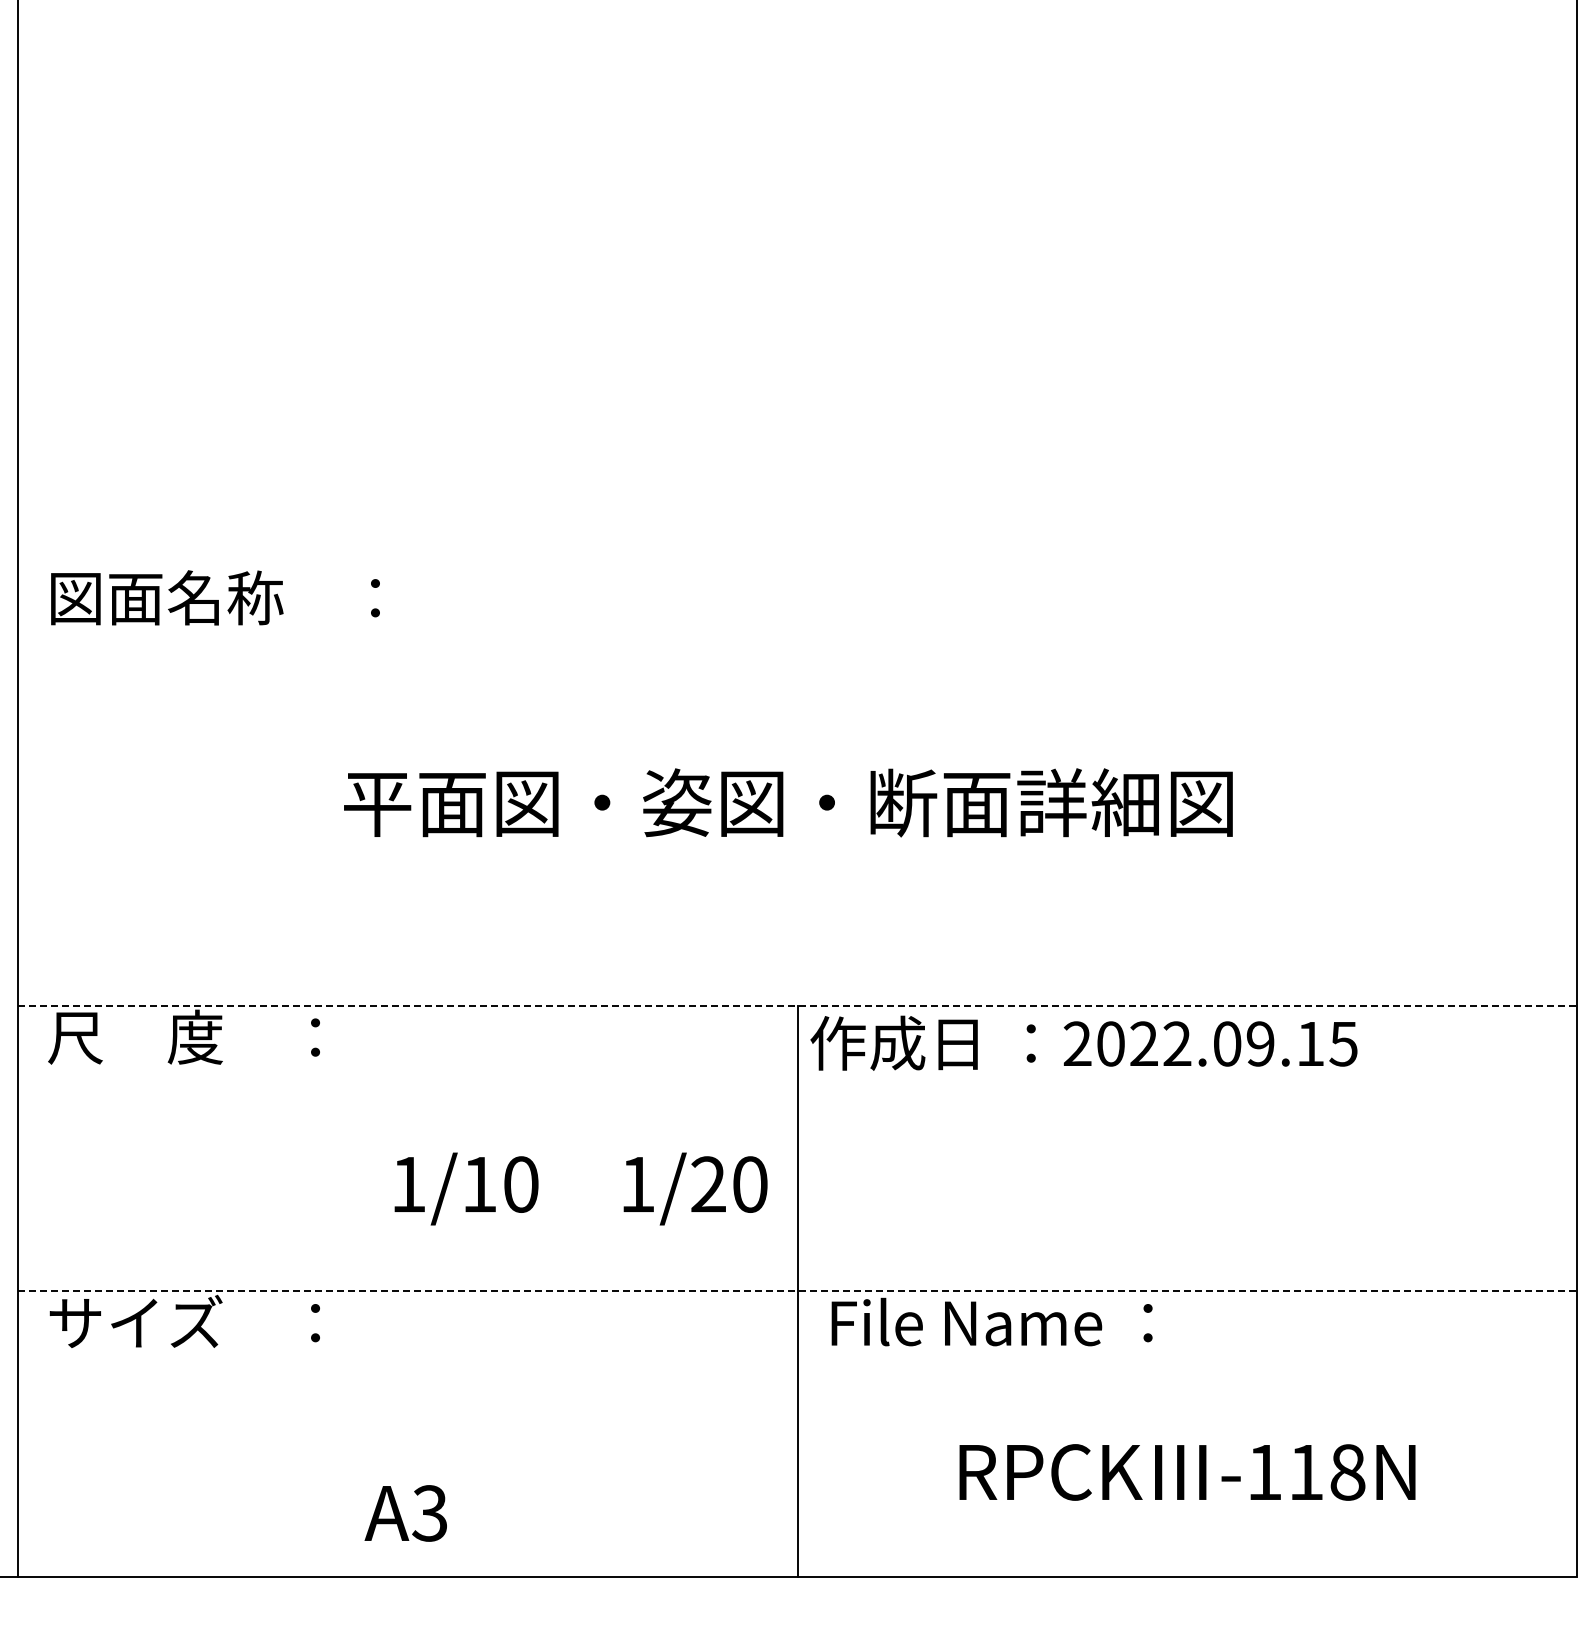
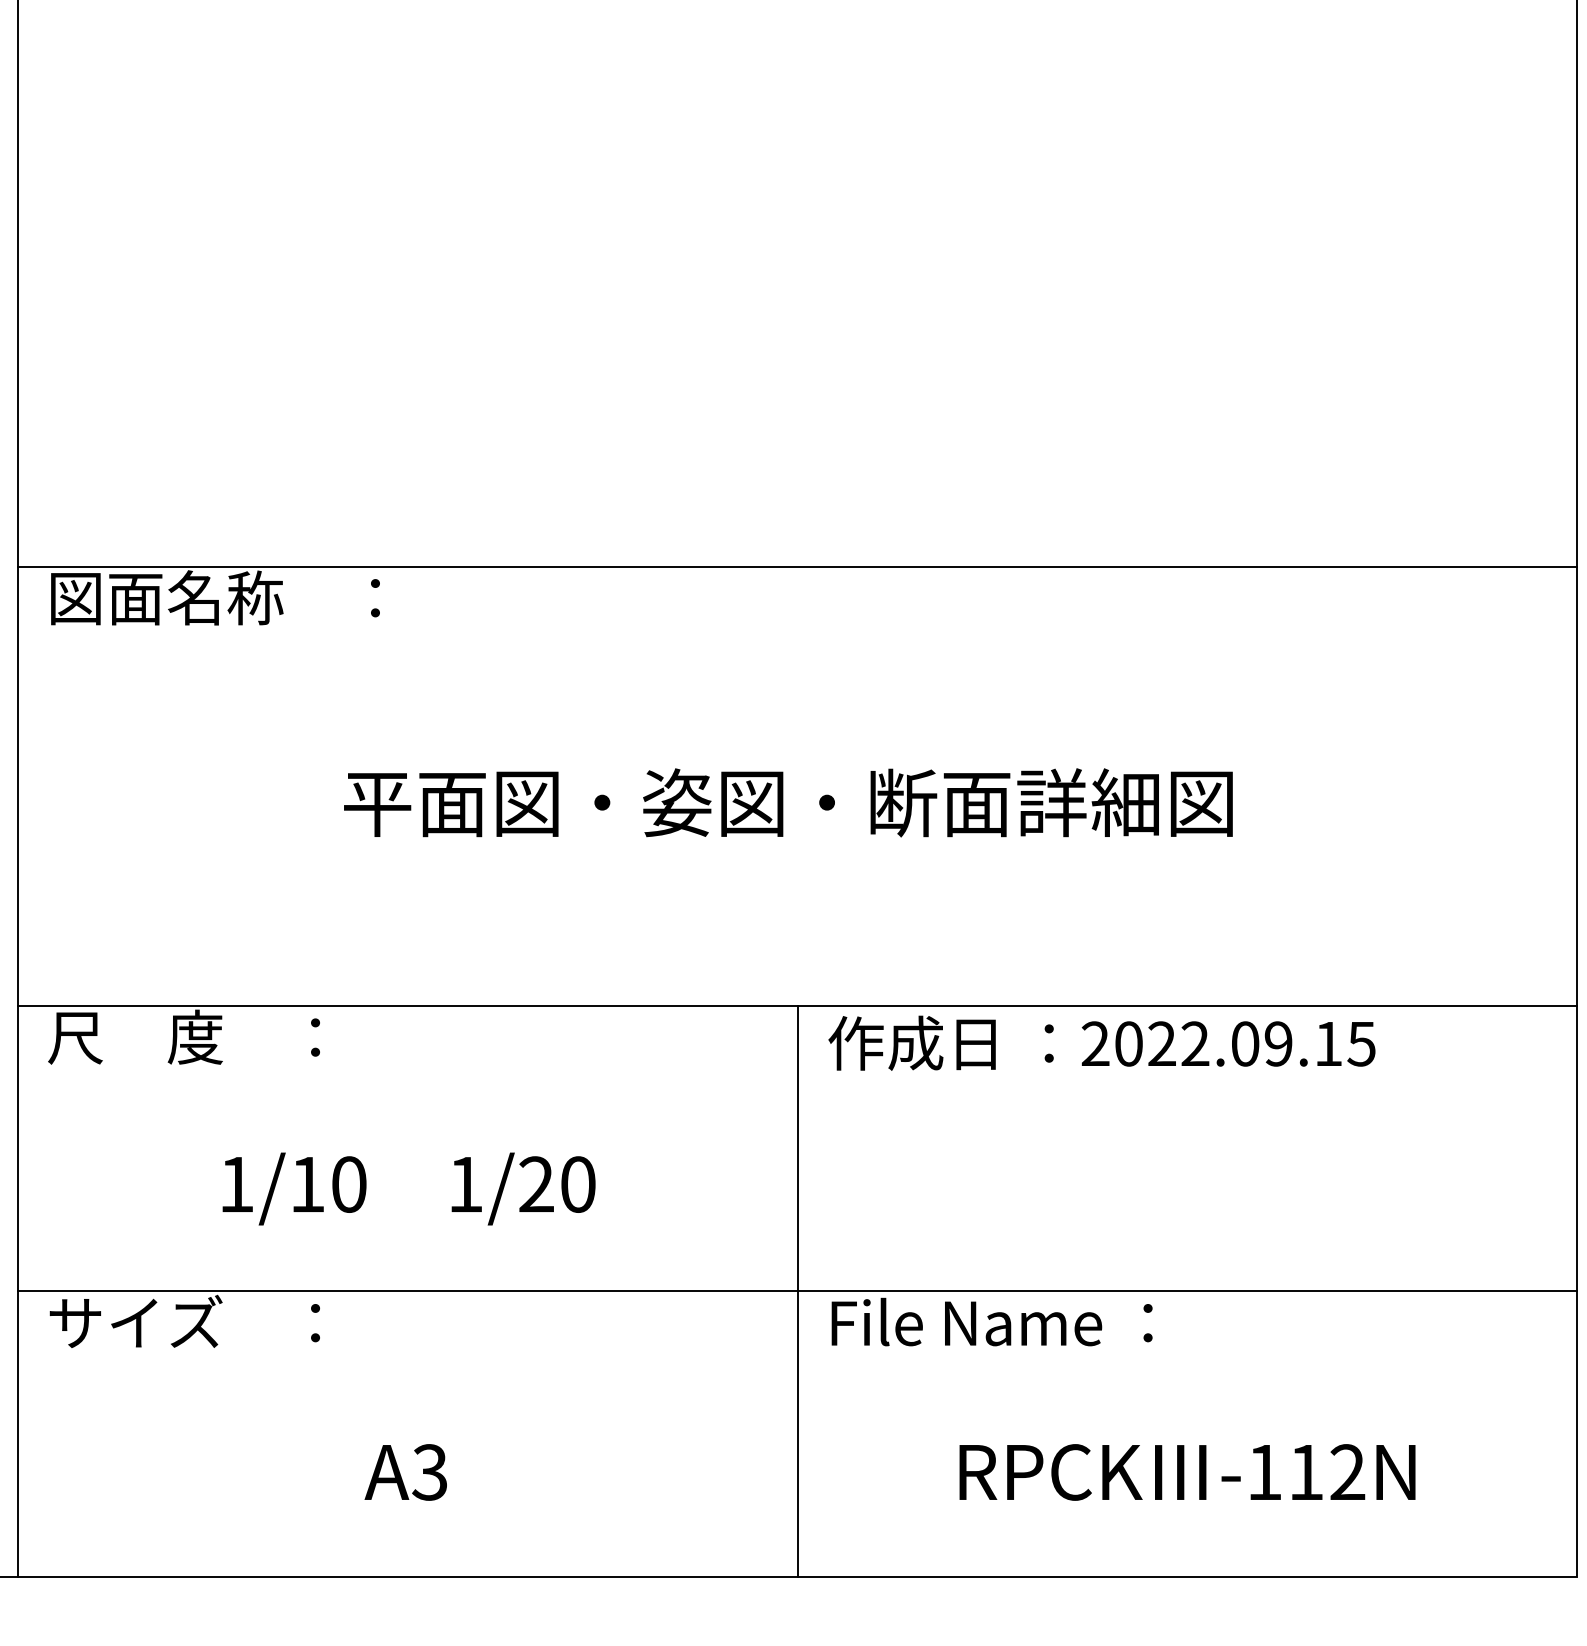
line at (797, 566): none -> present
line at (797, 1005): dashed -> solid
text at (1083, 1042) position: (1083, 1042) -> (1101, 1042)
text at (580, 1188) position: (580, 1188) -> (408, 1188)
line at (797, 1291): dashed -> solid
text at (1347, 1472): -118N -> -112N
text at (405, 1513) position: (405, 1513) -> (405, 1472)
